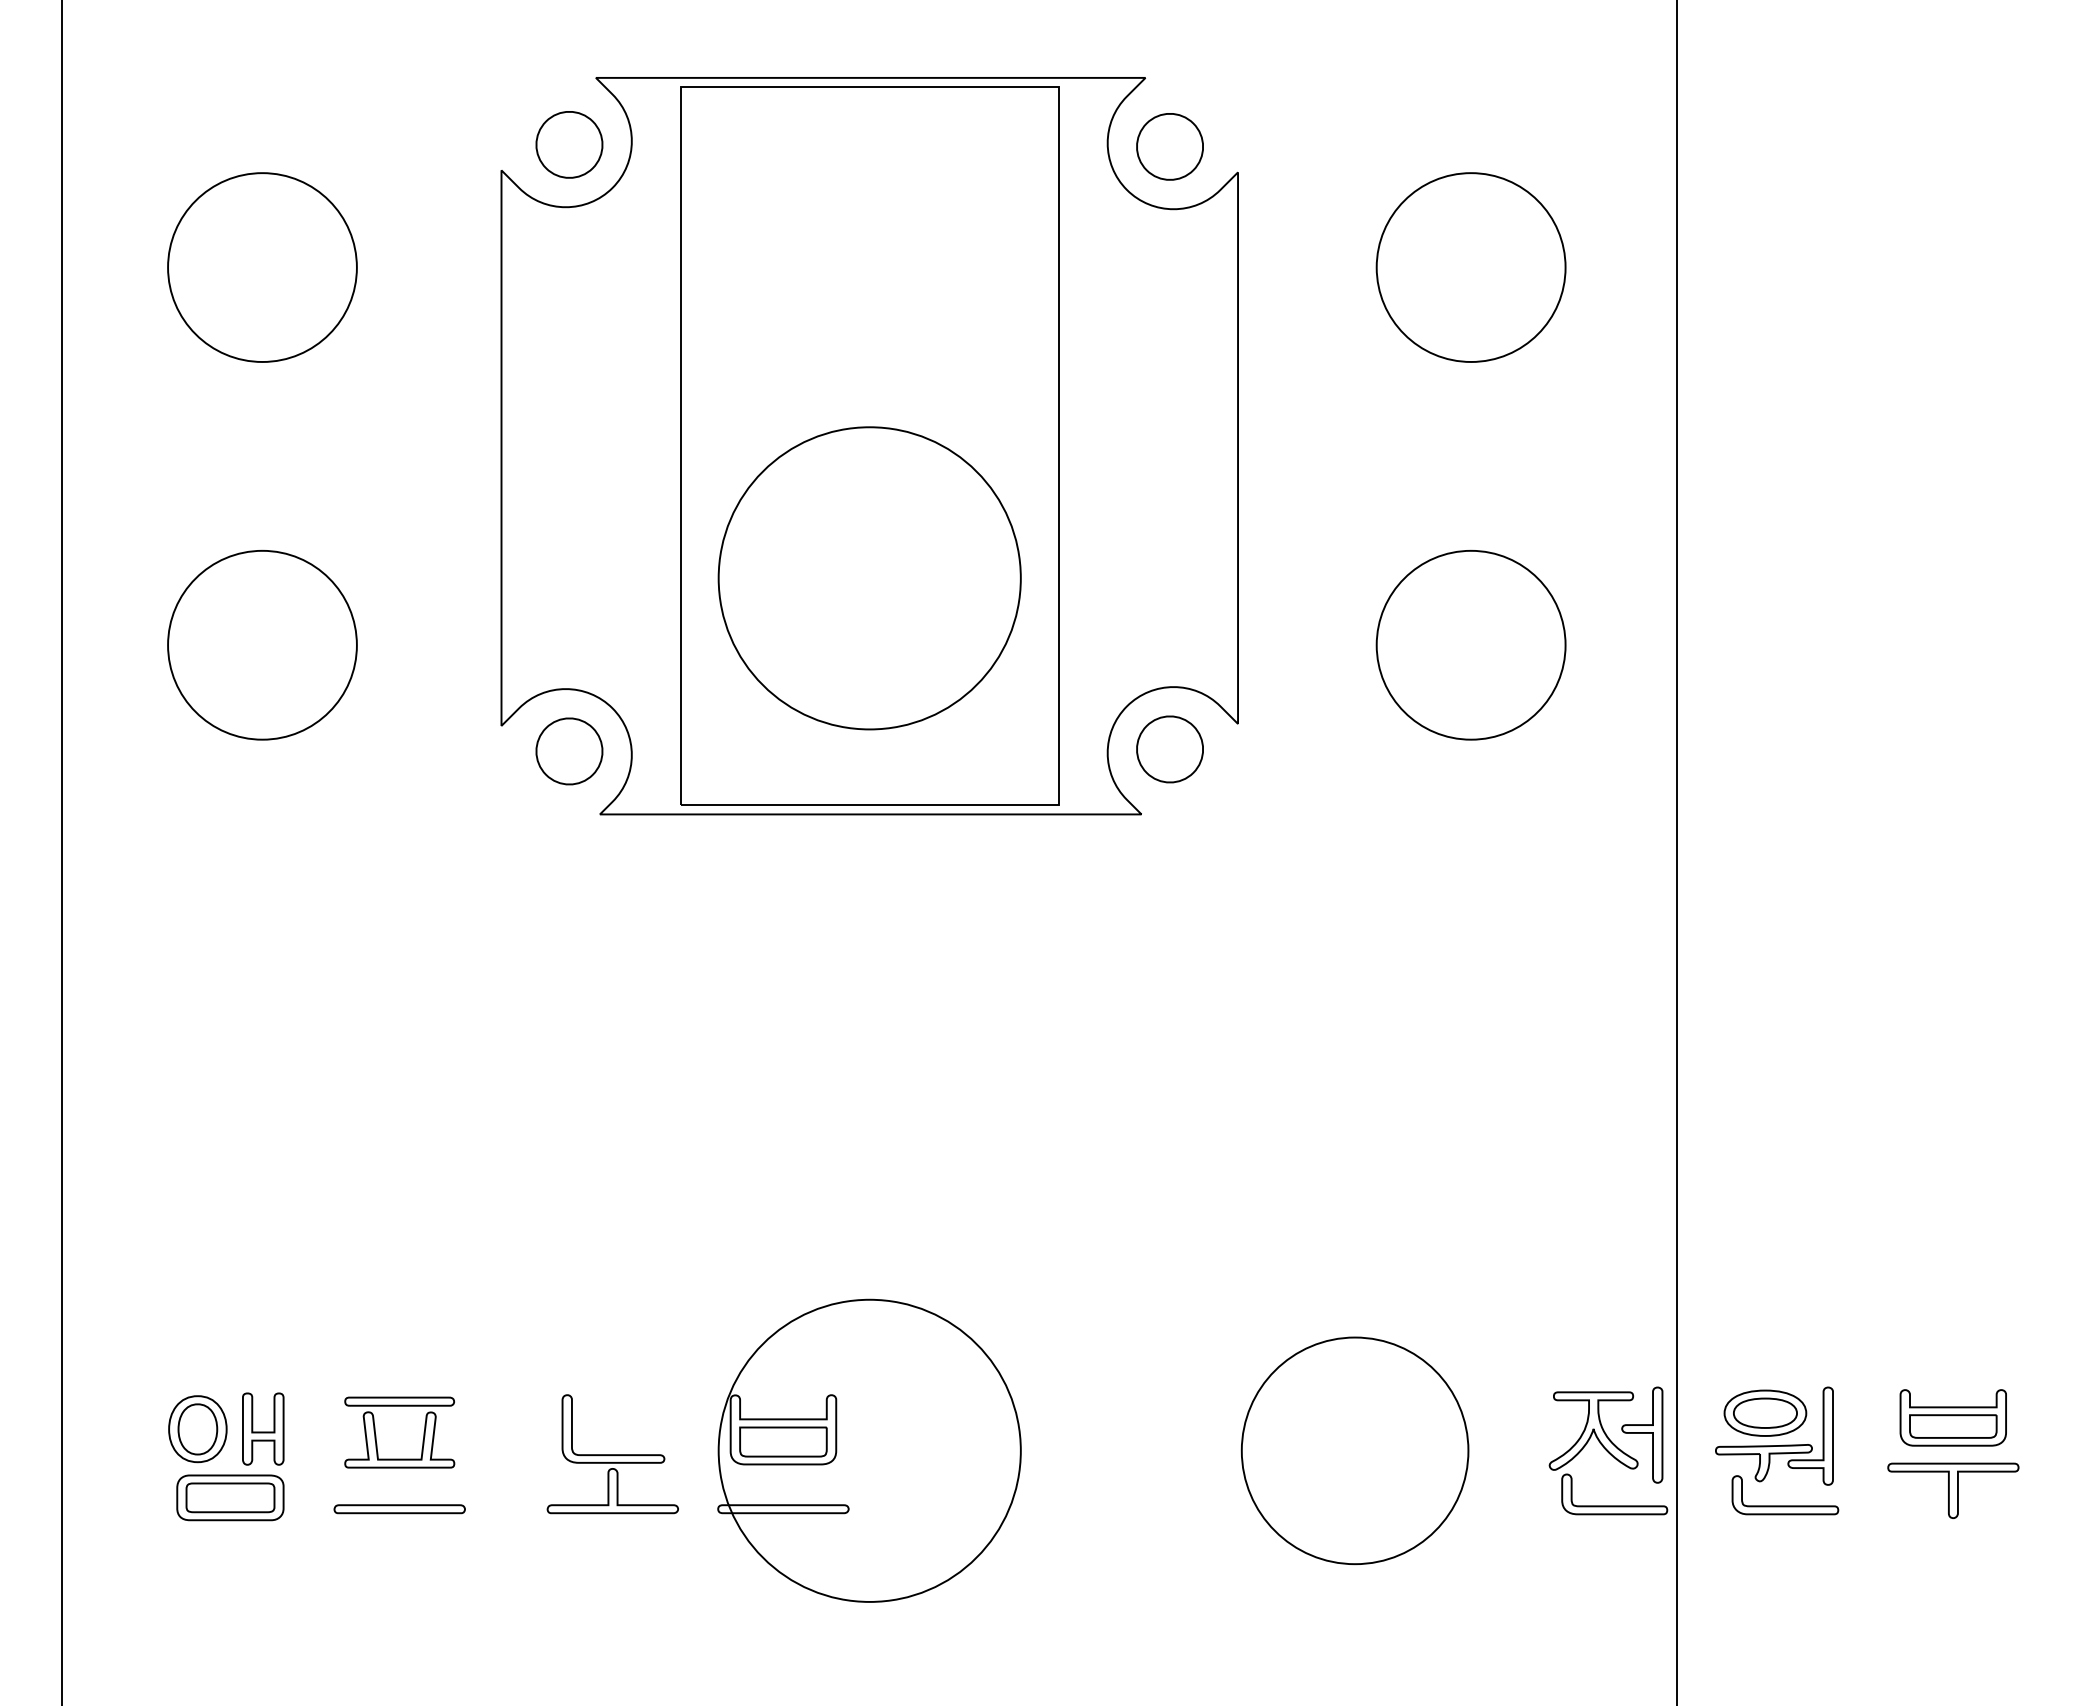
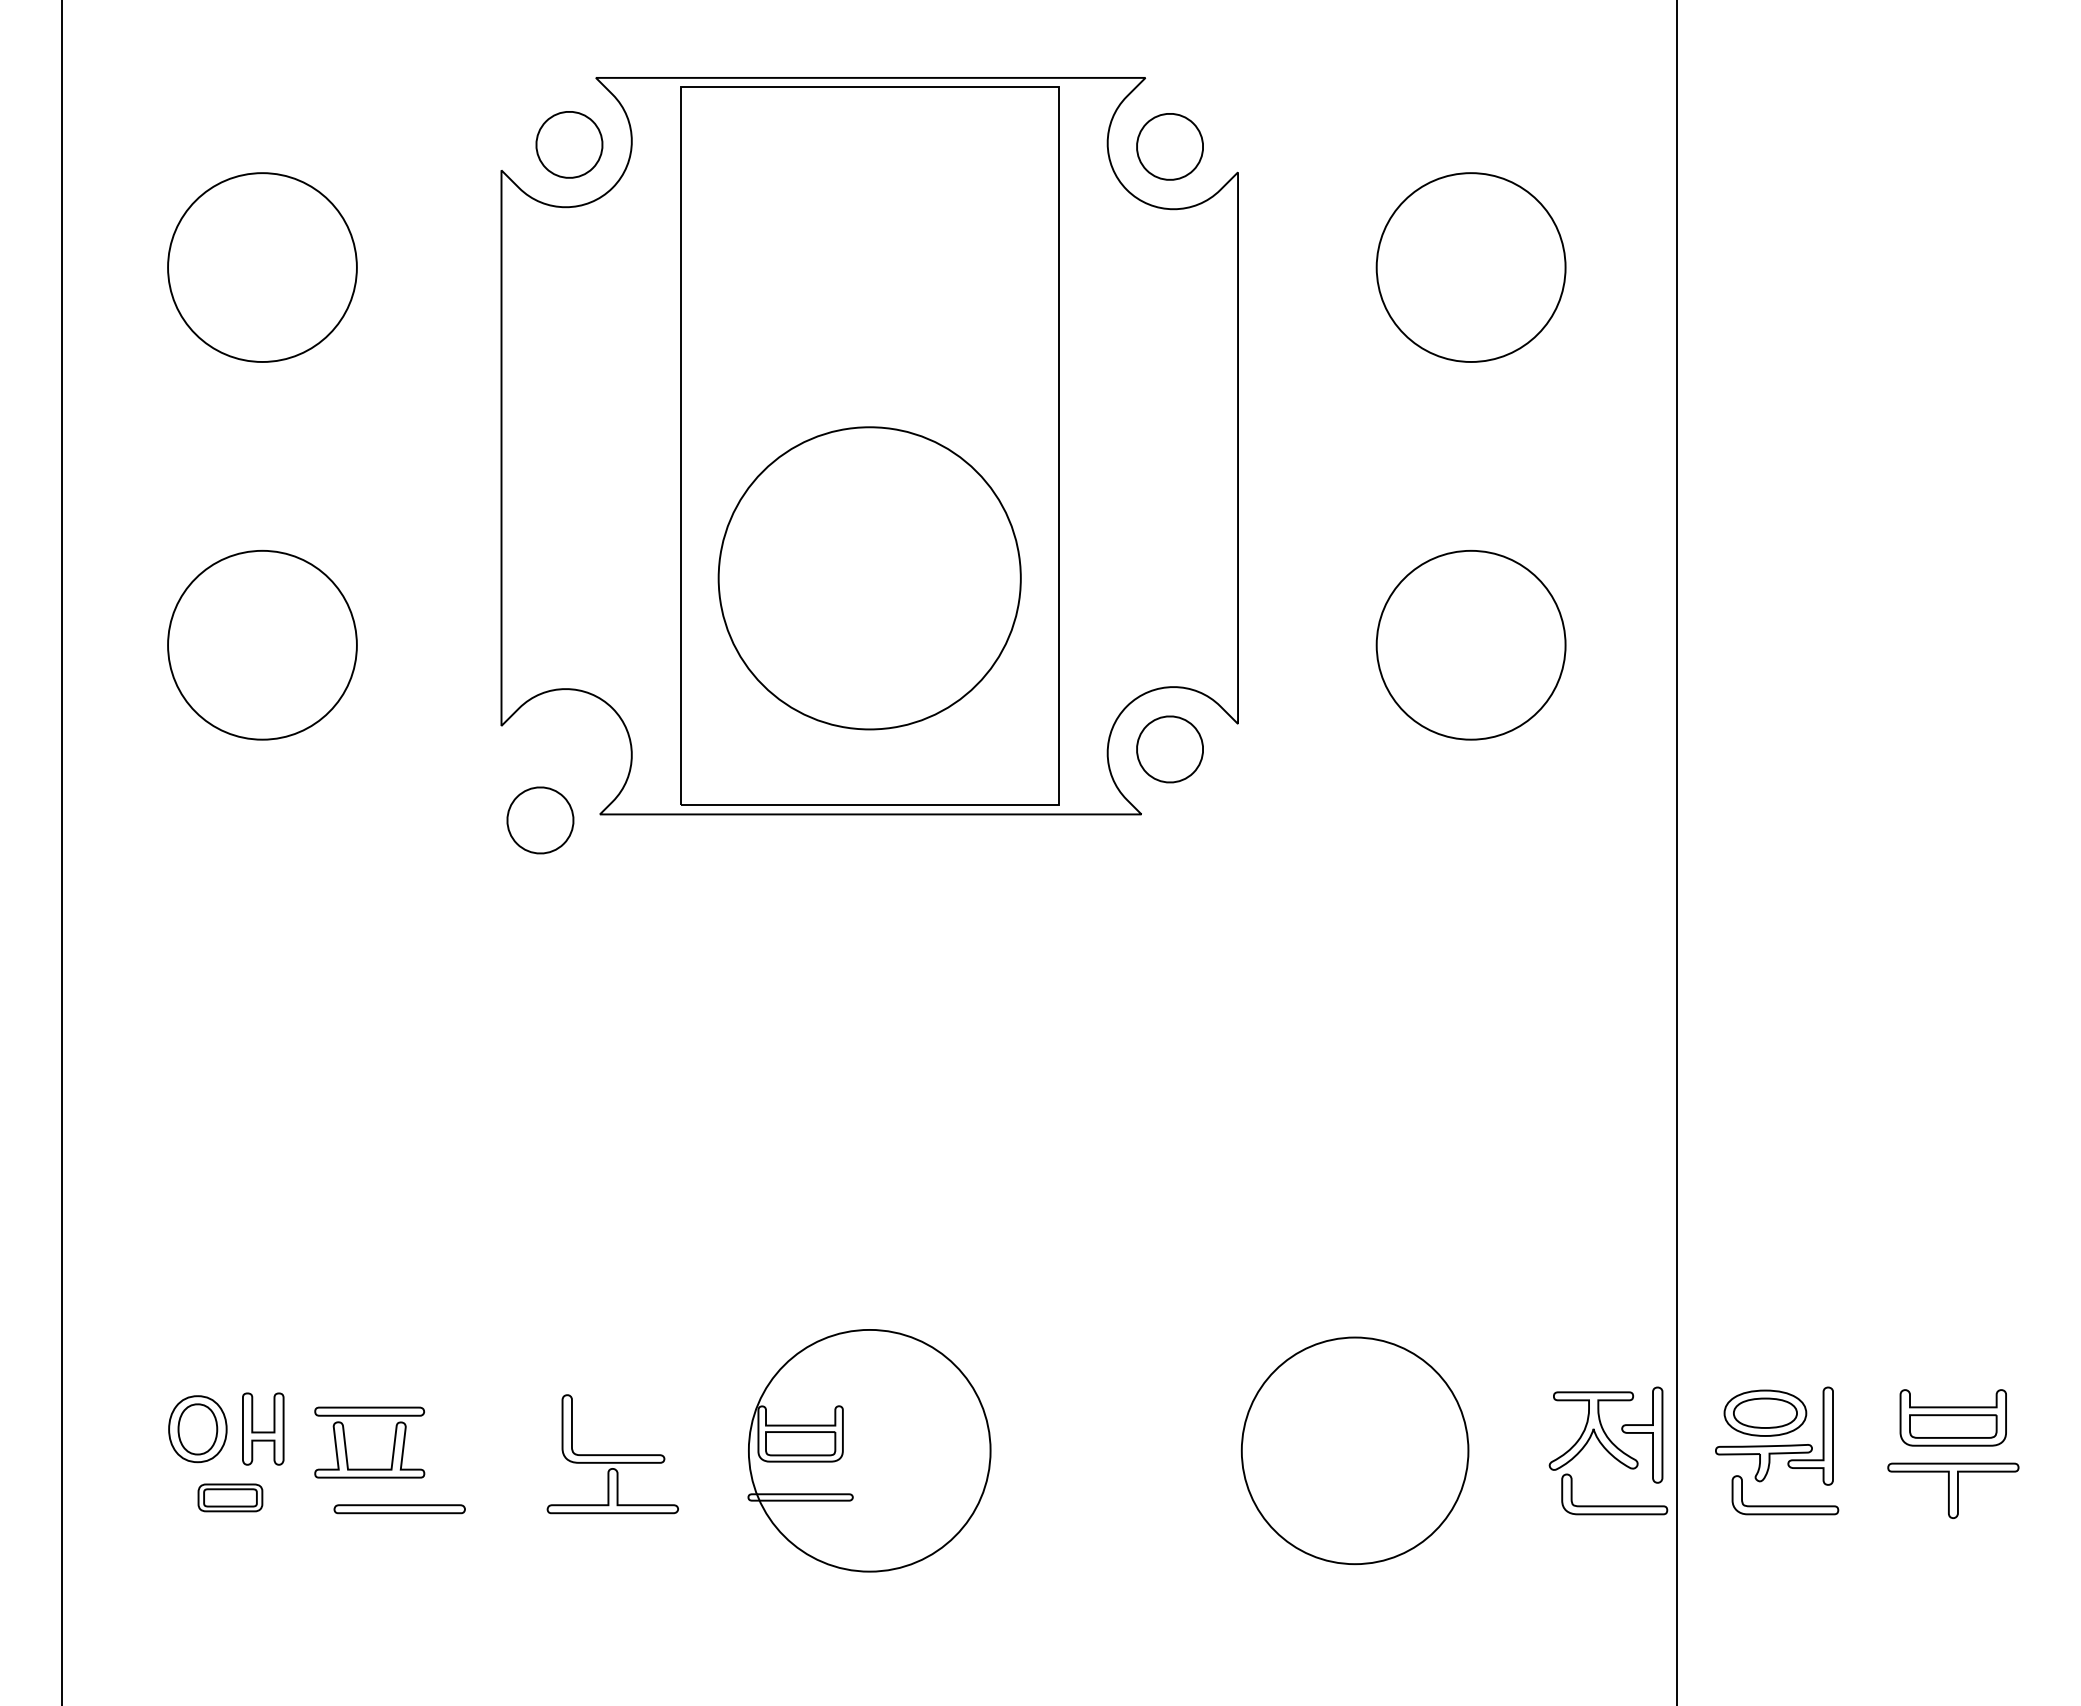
part at (569, 751) position: (569, 751) -> (540, 820)
part at (376, 1434) position: (376, 1434) -> (346, 1444)
part at (869, 1450) size: 305x305 px -> 245x244 px
part at (230, 1497) size: 109x48 px -> 67x30 px
